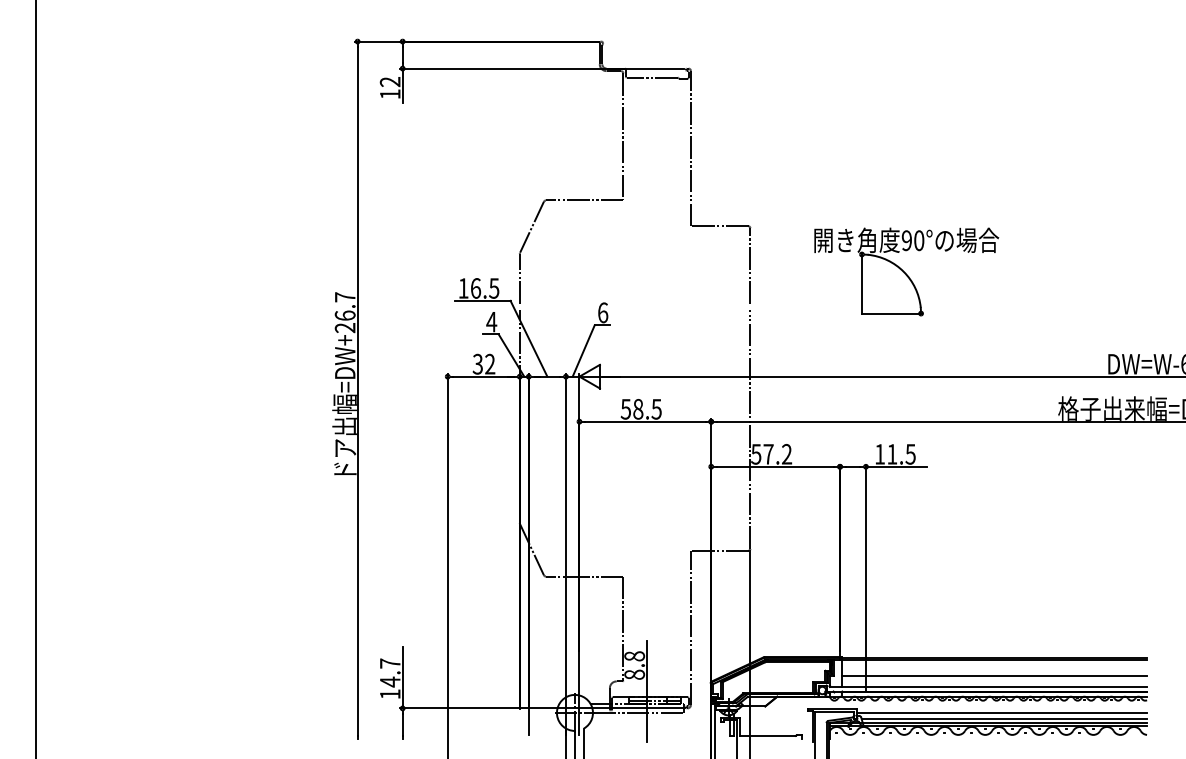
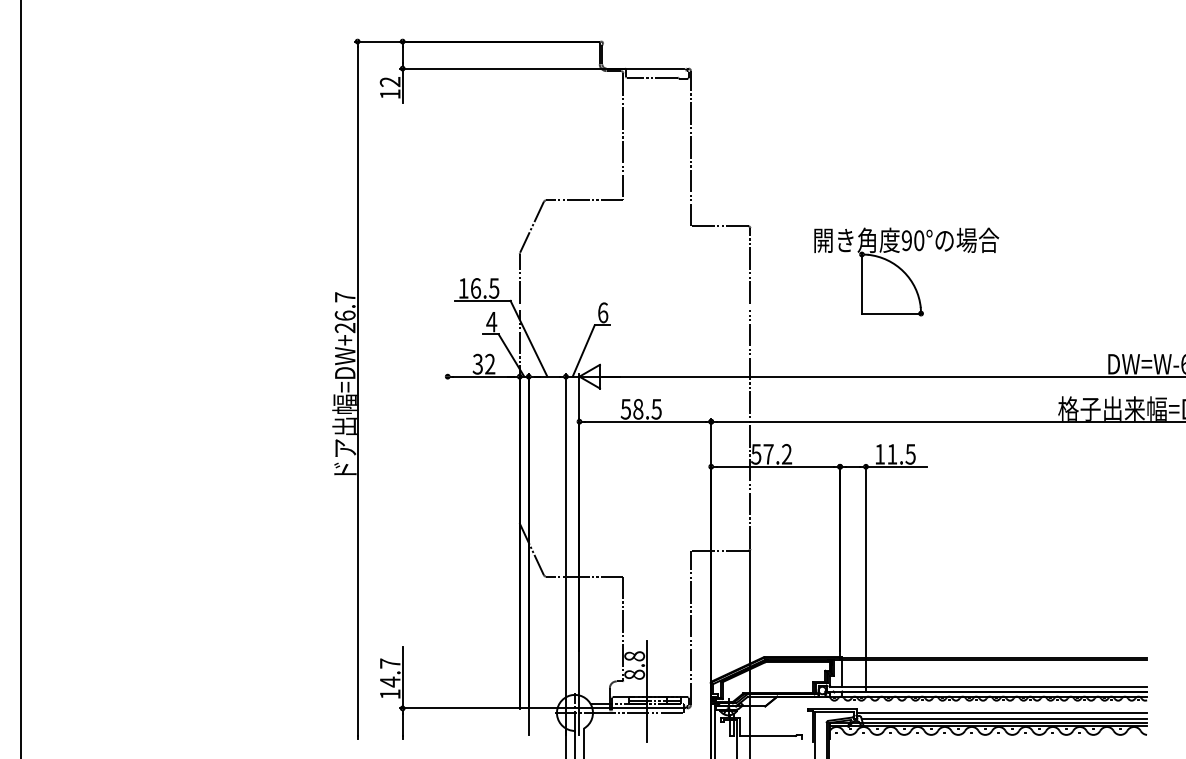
line at (35, 378) position: (35, 378) -> (20, 378)
line at (447, 564): present -> none
line at (994, 676): present -> none
